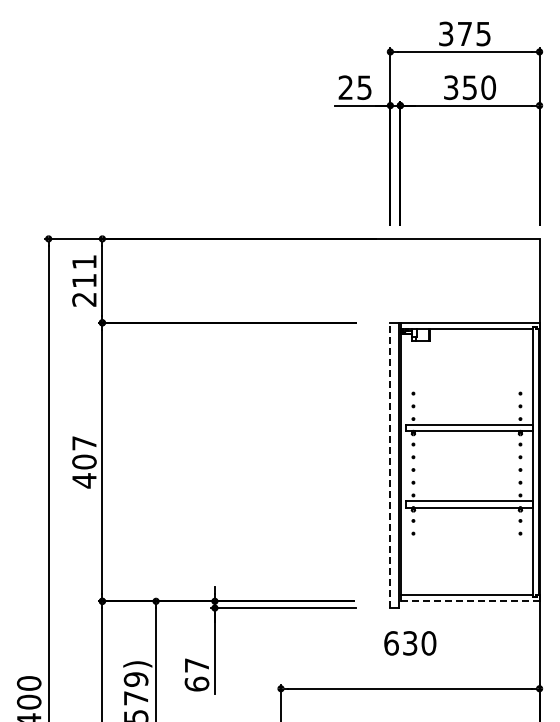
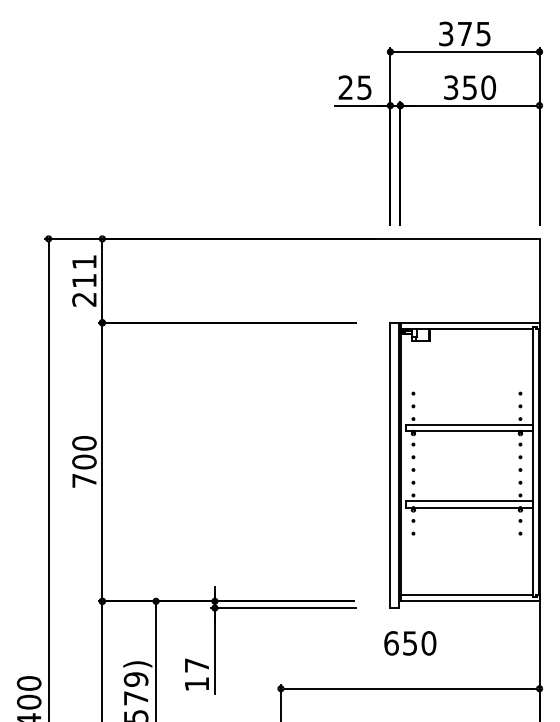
text at (84, 462): 407 -> 700
line at (390, 465): dashed -> solid
line at (470, 601): dashed -> solid
text at (410, 642): 630 -> 650
text at (196, 683): 67 -> 17
